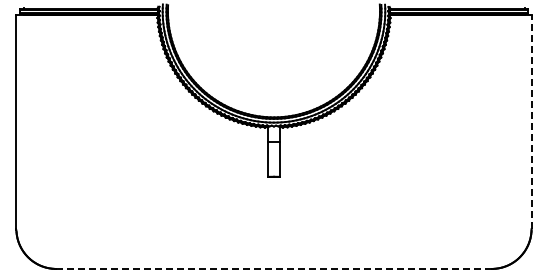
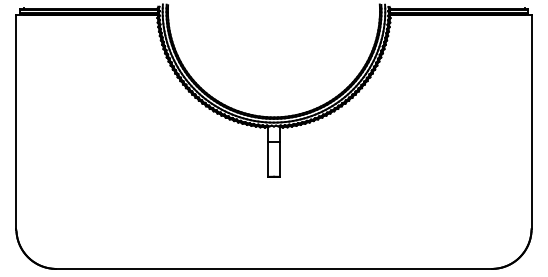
line at (531, 121): dashed -> solid
line at (274, 268): dashed -> solid
